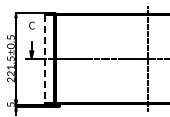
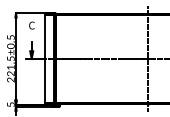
line at (45, 59): dashed -> solid
